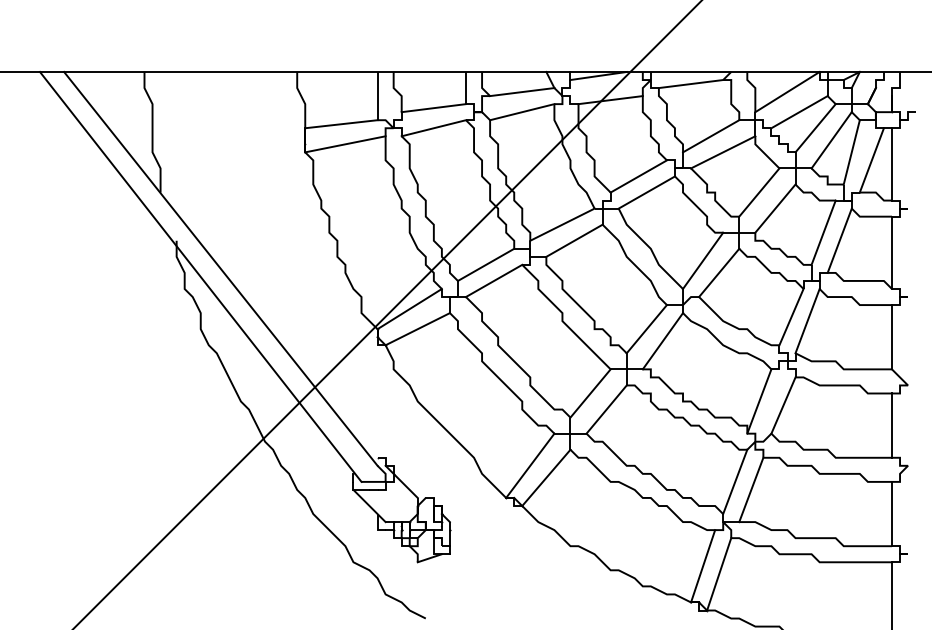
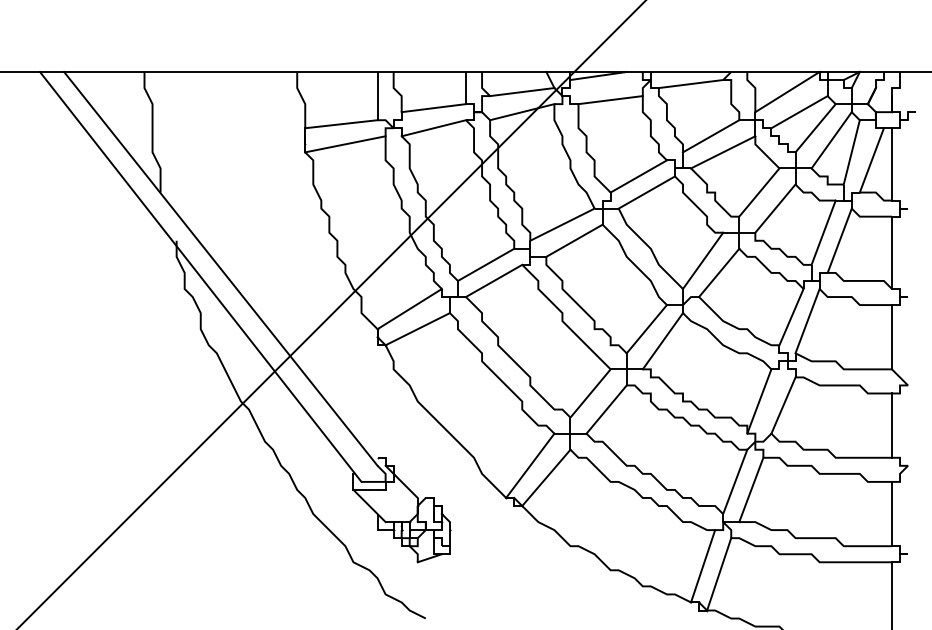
line at (387, 314) position: (387, 314) -> (331, 314)
